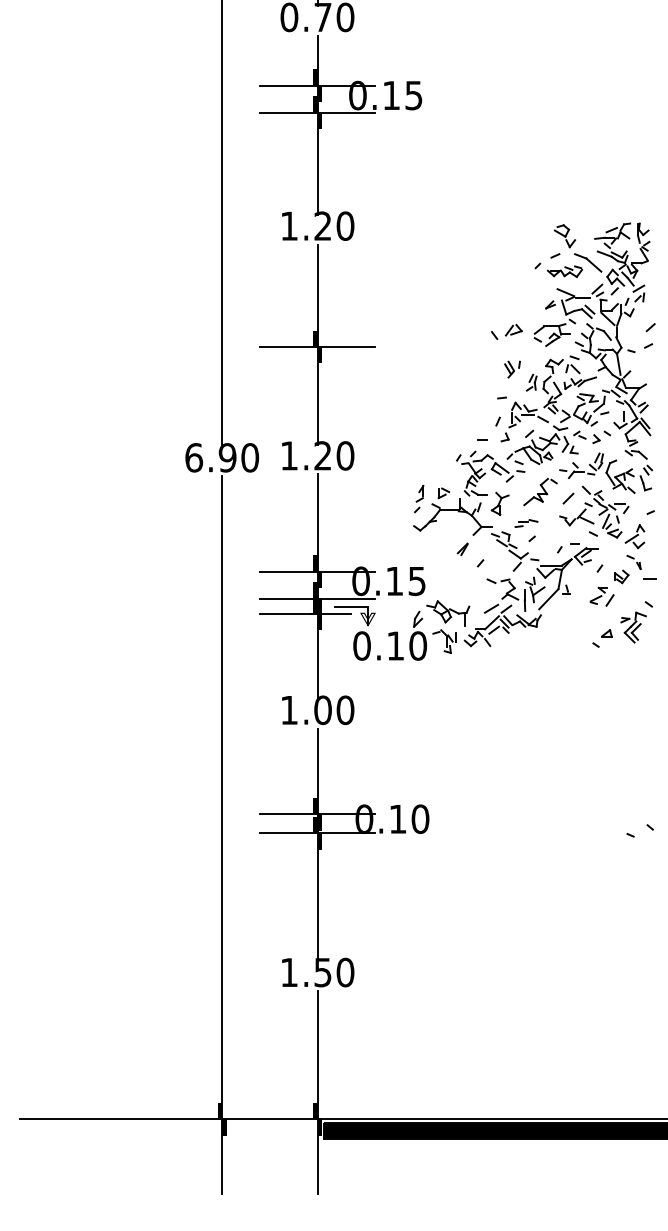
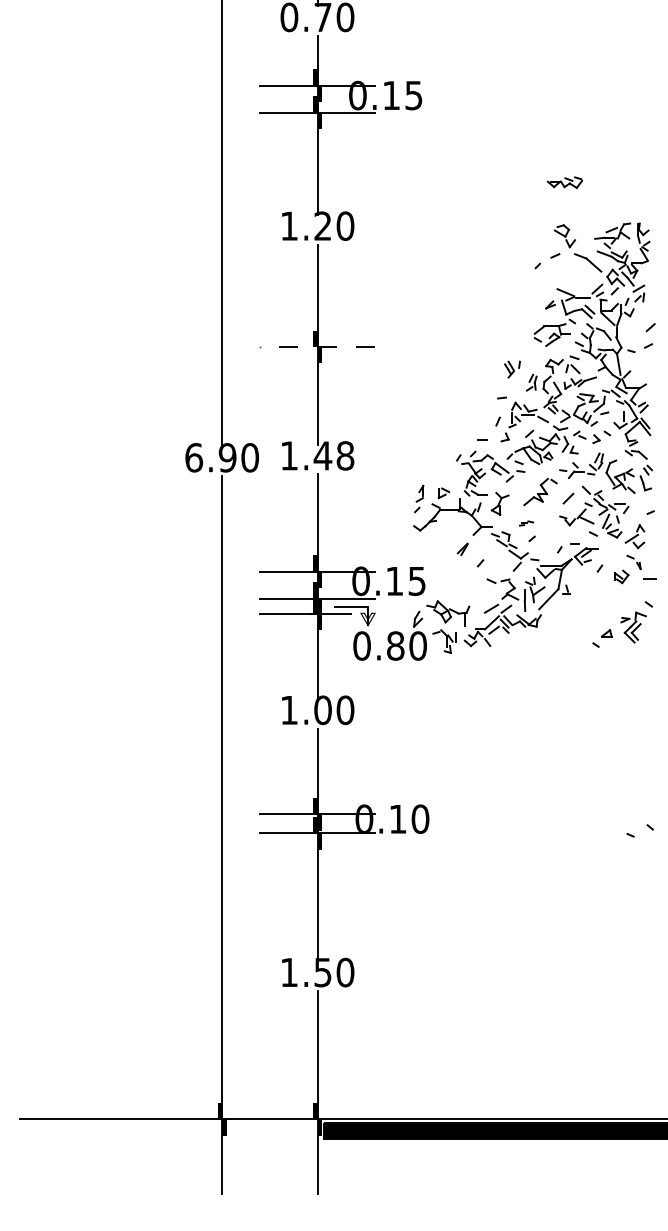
part at (564, 271) position: (564, 271) -> (564, 182)
part at (506, 331): present -> none
line at (317, 347): solid -> dashed
text at (333, 455): 1.20 -> 1.48
part at (526, 523) size: 25x9 px -> 15x7 px
part at (601, 596): present -> none
text at (395, 645): 0.10 -> 0.80
